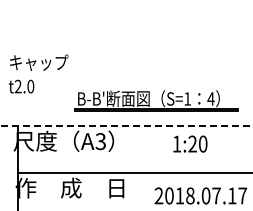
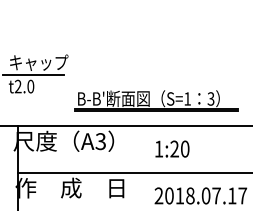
line at (33, 74): none -> present
text at (210, 98): 4 -> 3
line at (126, 125): dashed -> solid
text at (190, 143) position: (190, 143) -> (172, 148)
